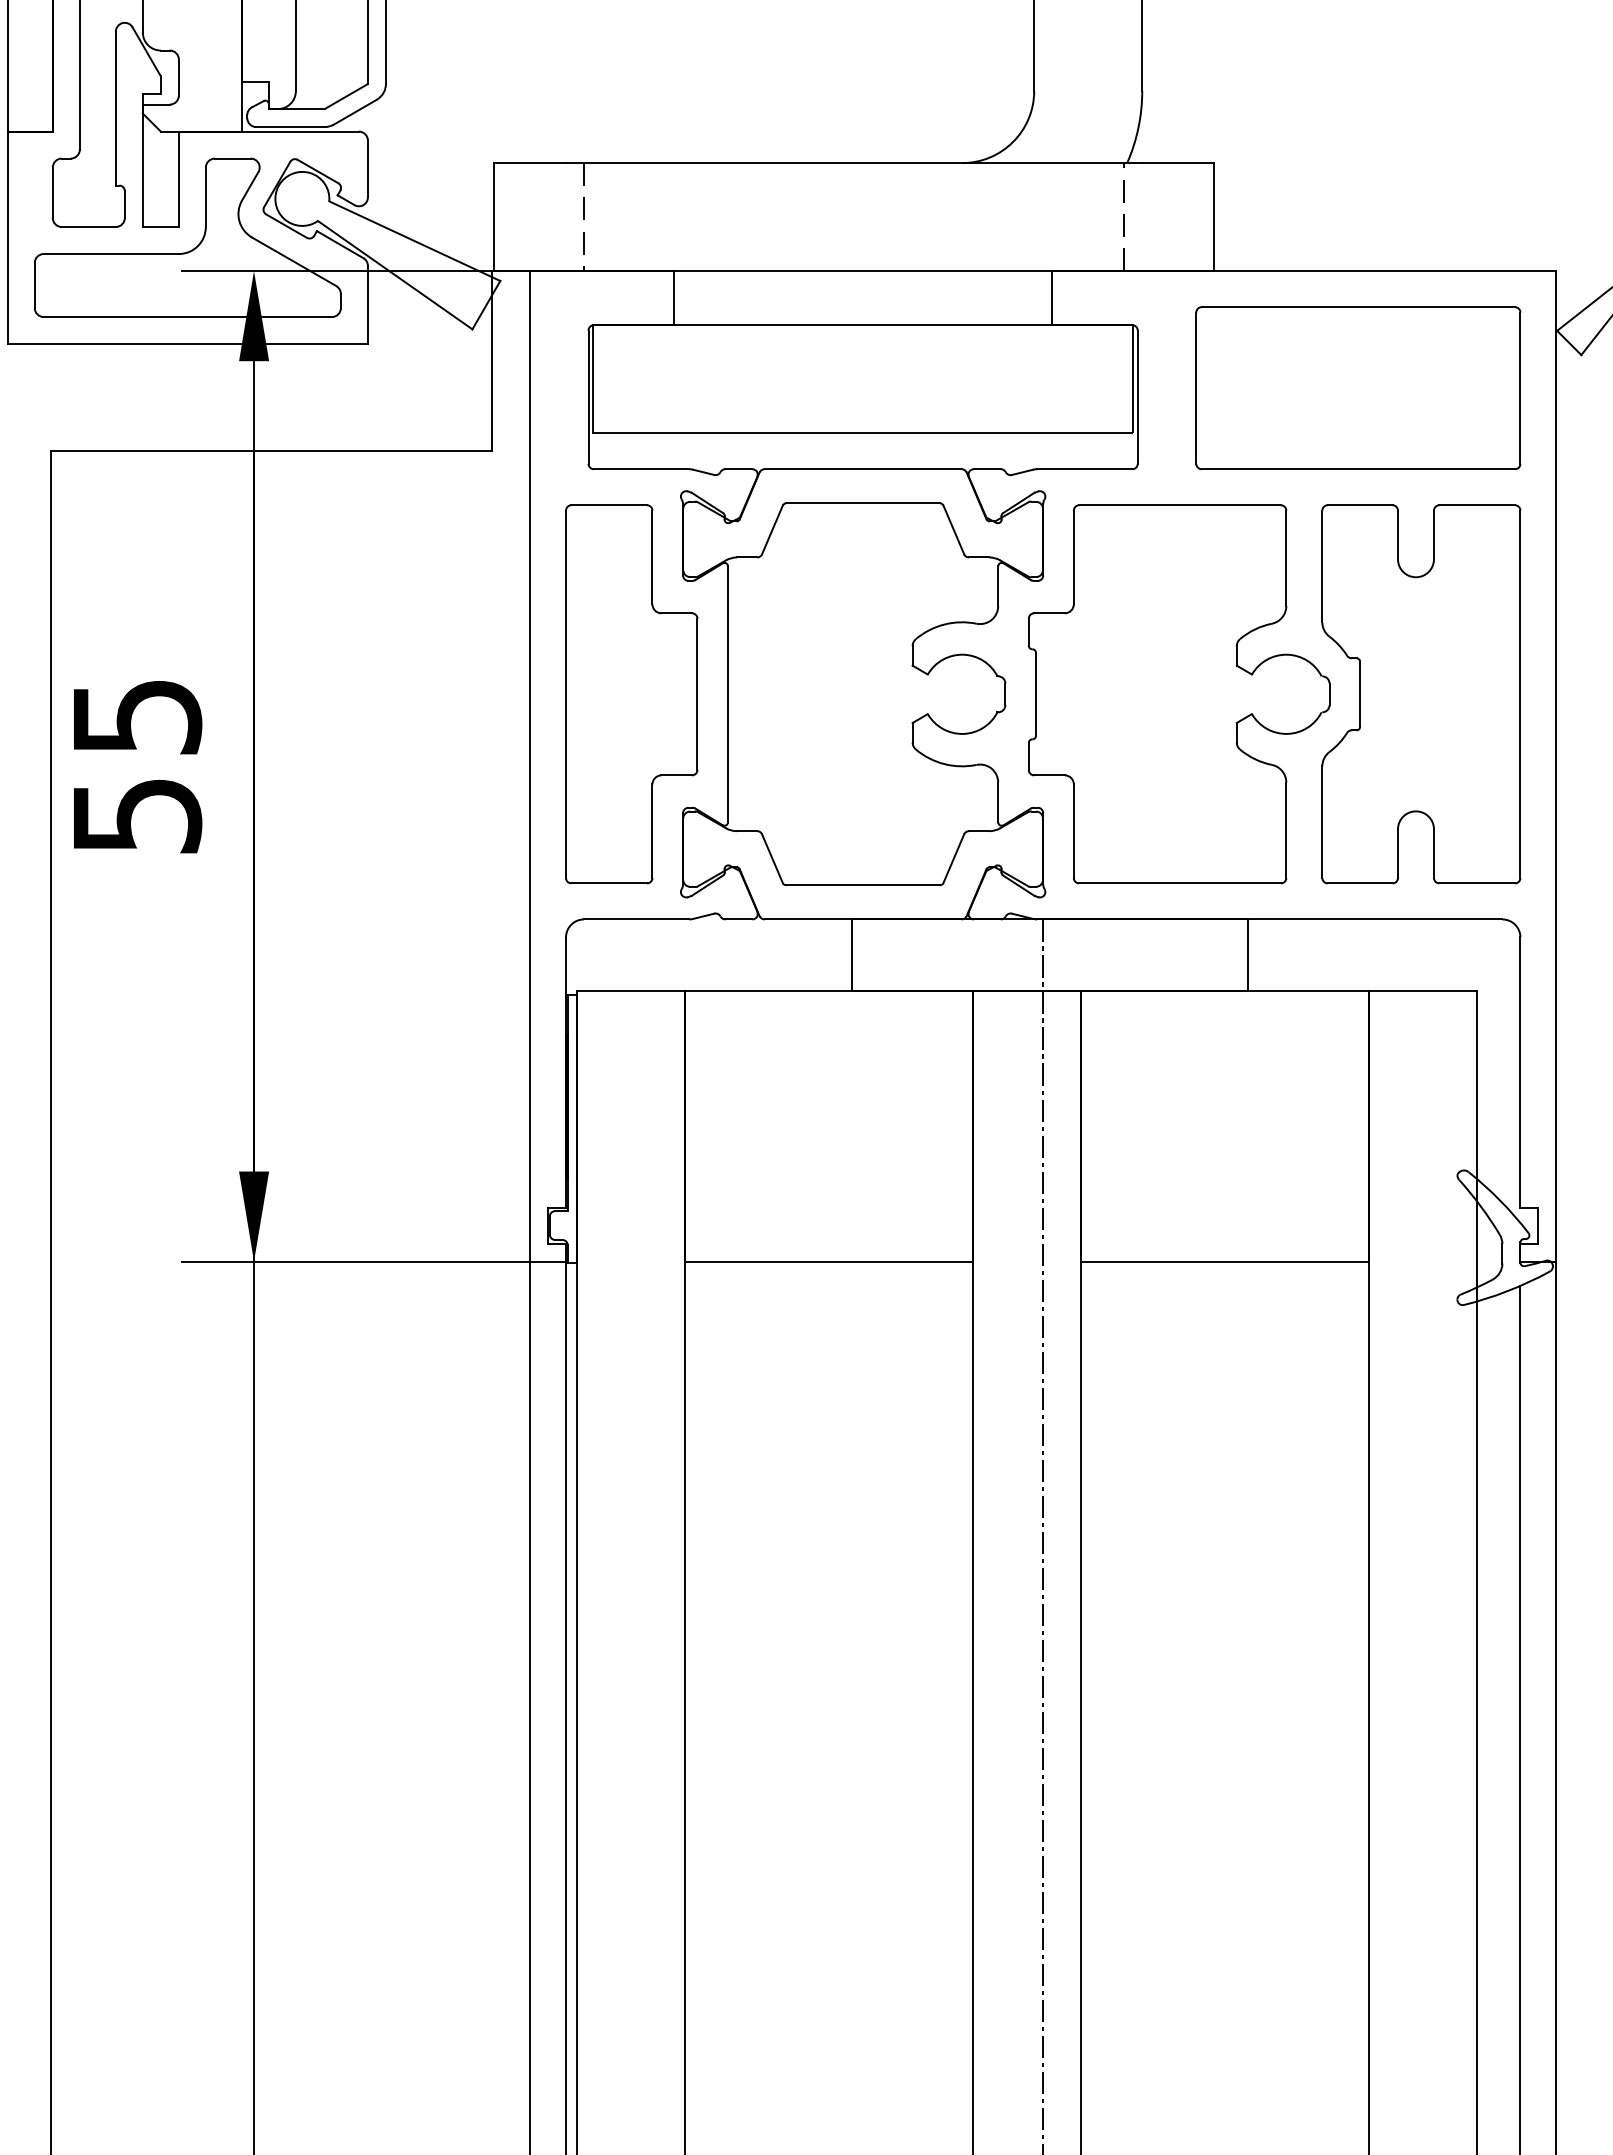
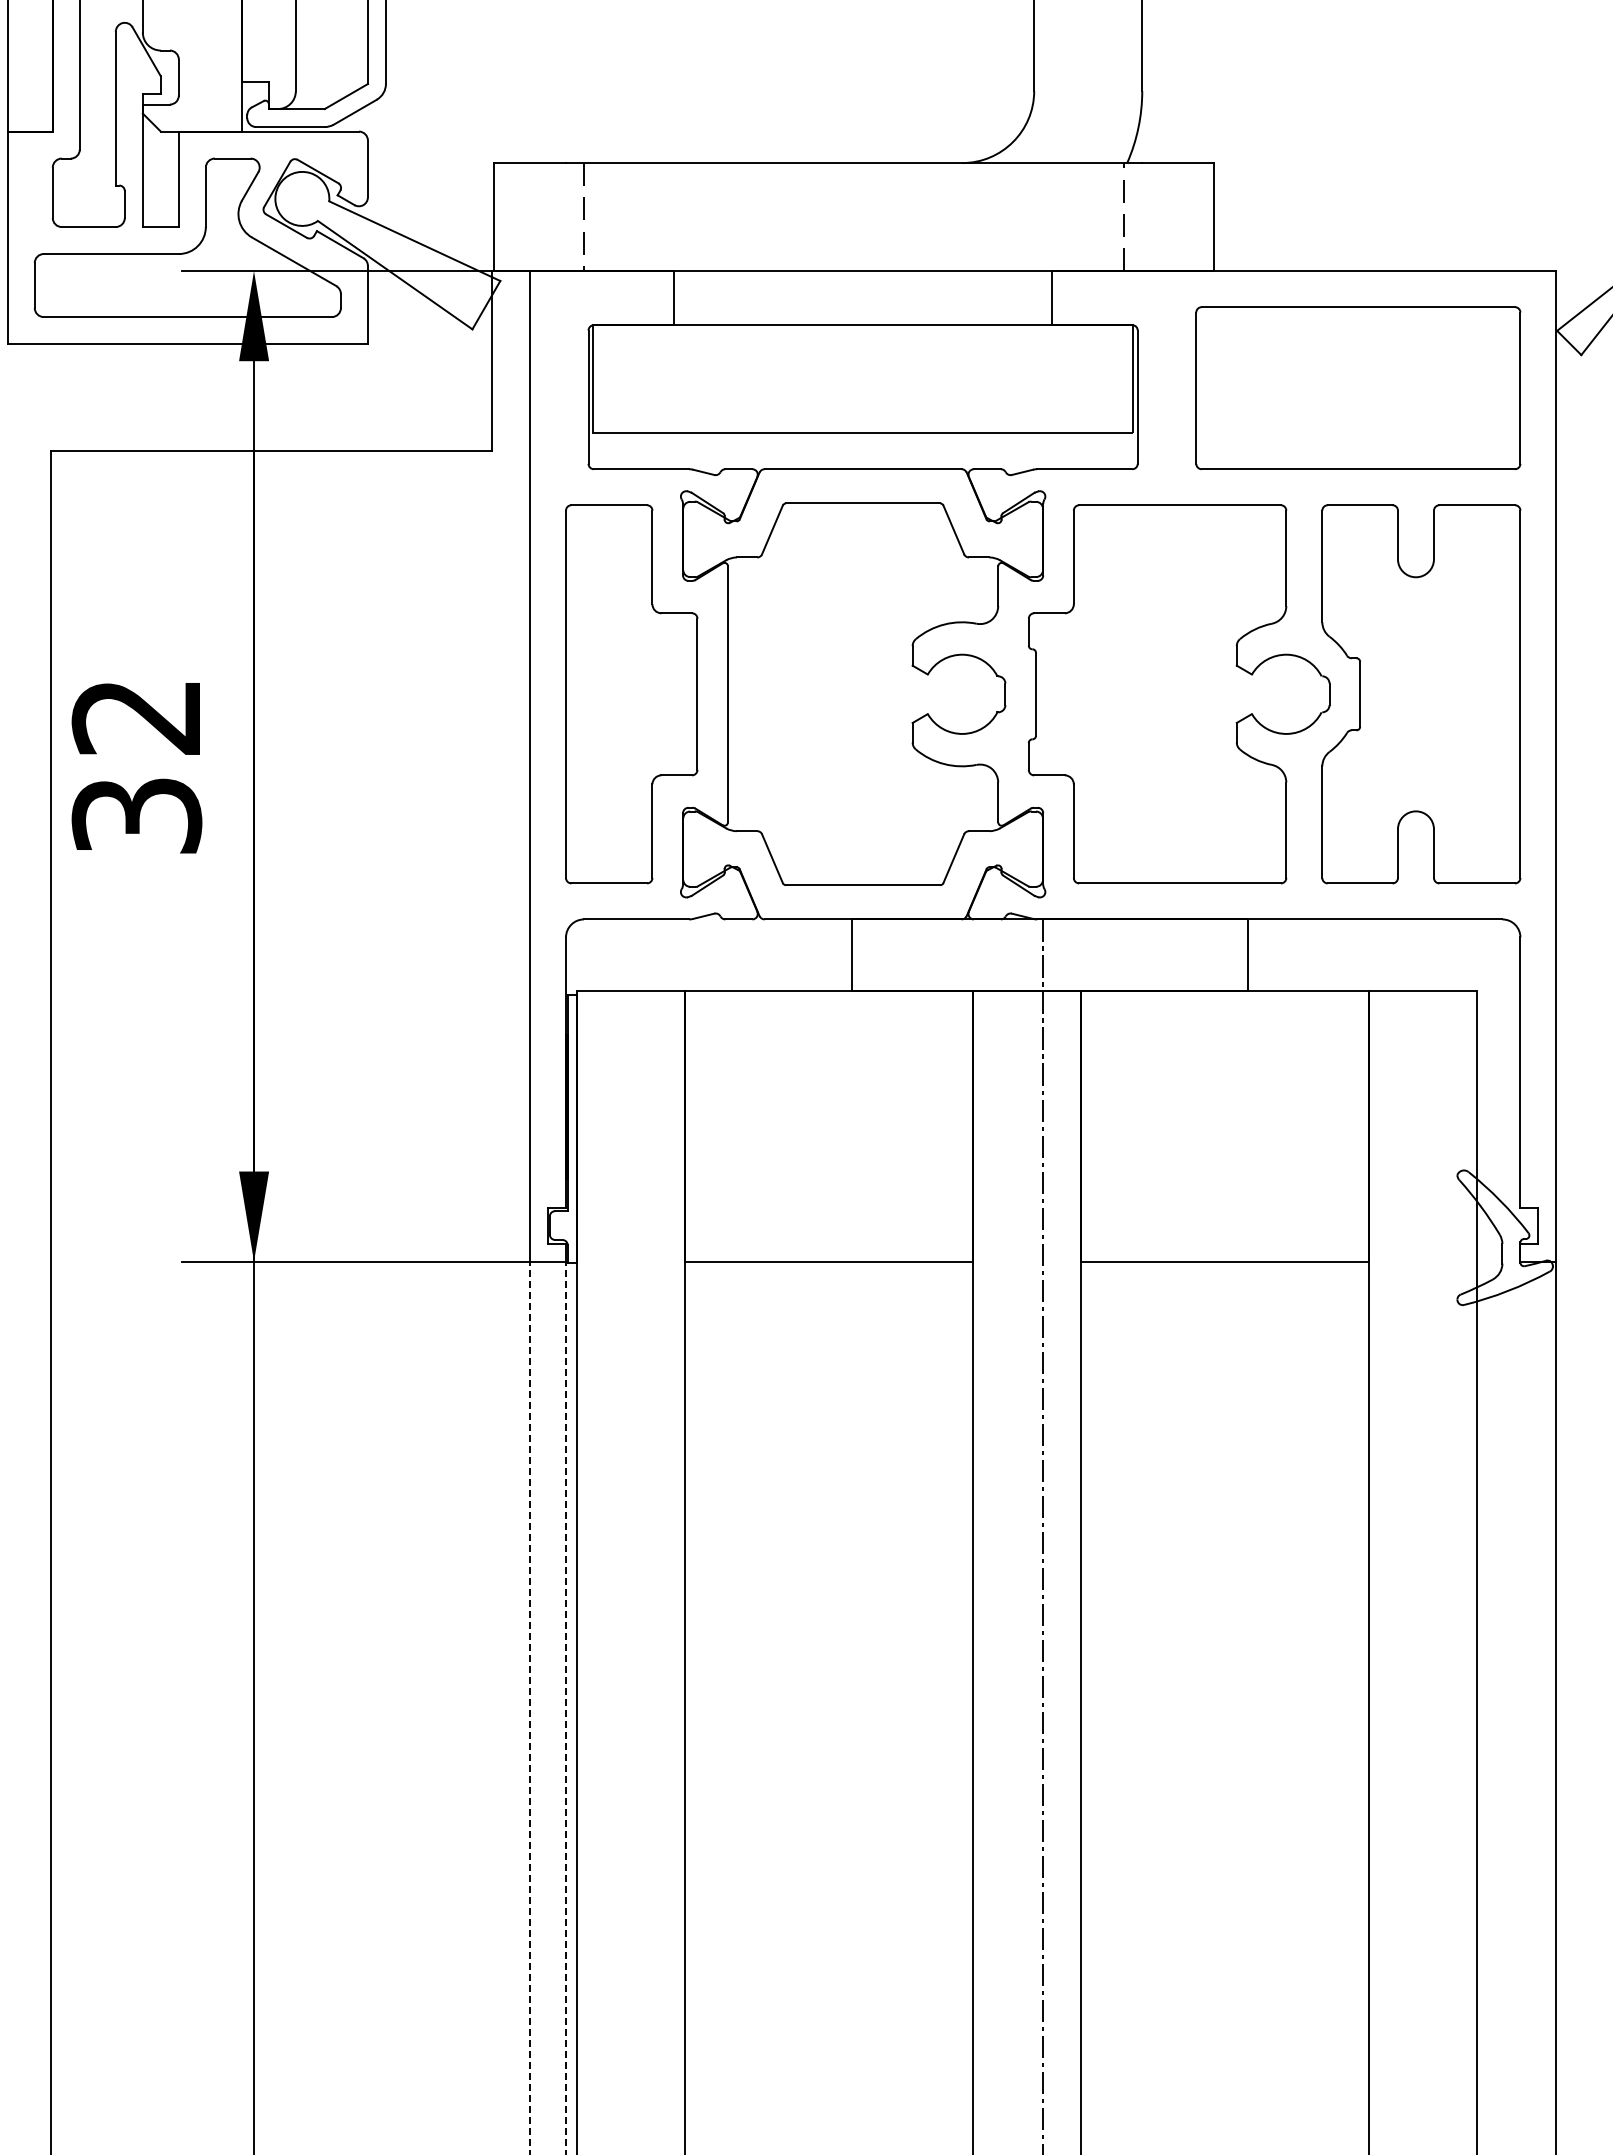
text at (136, 767): 55 -> 32
line at (530, 1707): solid -> dashed
line at (566, 1707): solid -> dashed
line at (1520, 1718): present -> none
